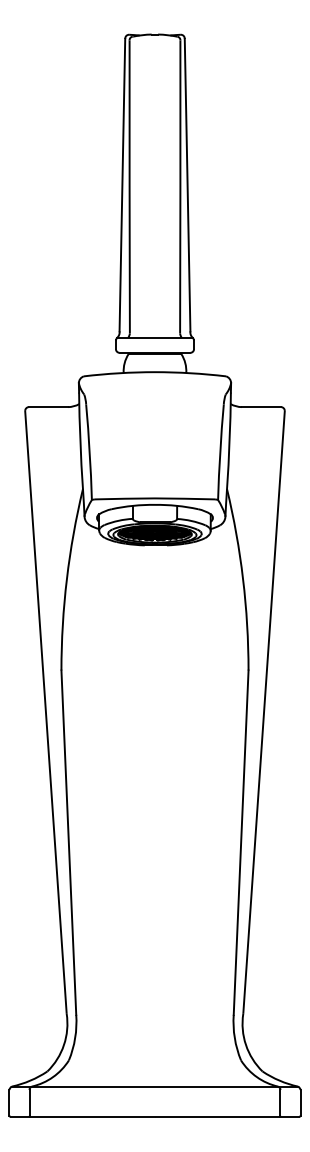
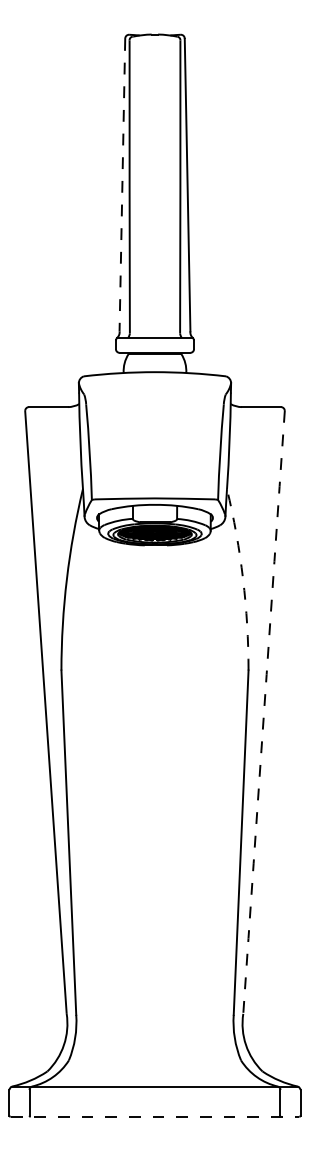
line at (122, 185): solid -> dashed
arc at (243, 579): solid -> dashed
arc at (264, 712): solid -> dashed
line at (155, 1116): solid -> dashed
